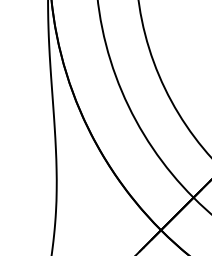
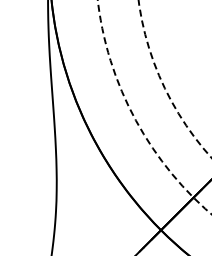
circle at (174, 79): solid -> dashed
circle at (154, 107): solid -> dashed
